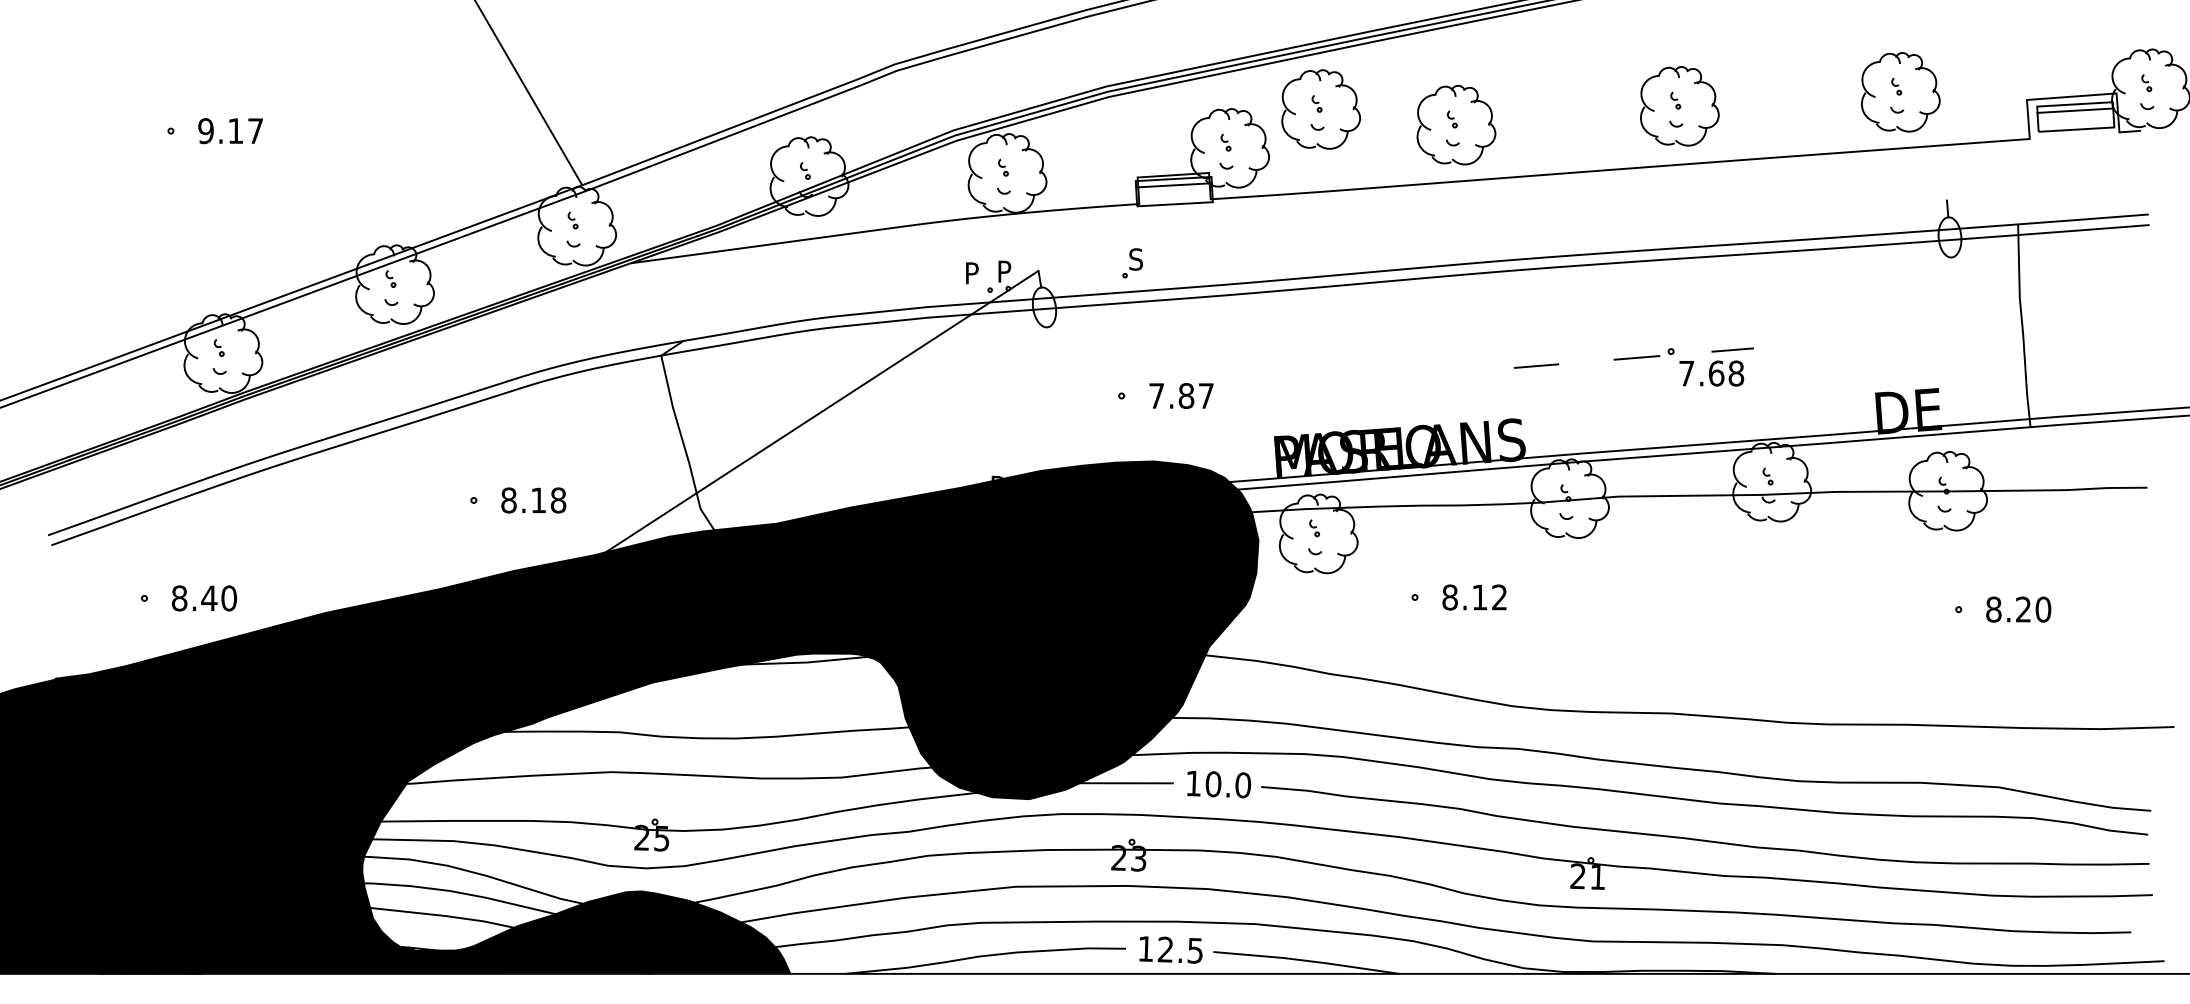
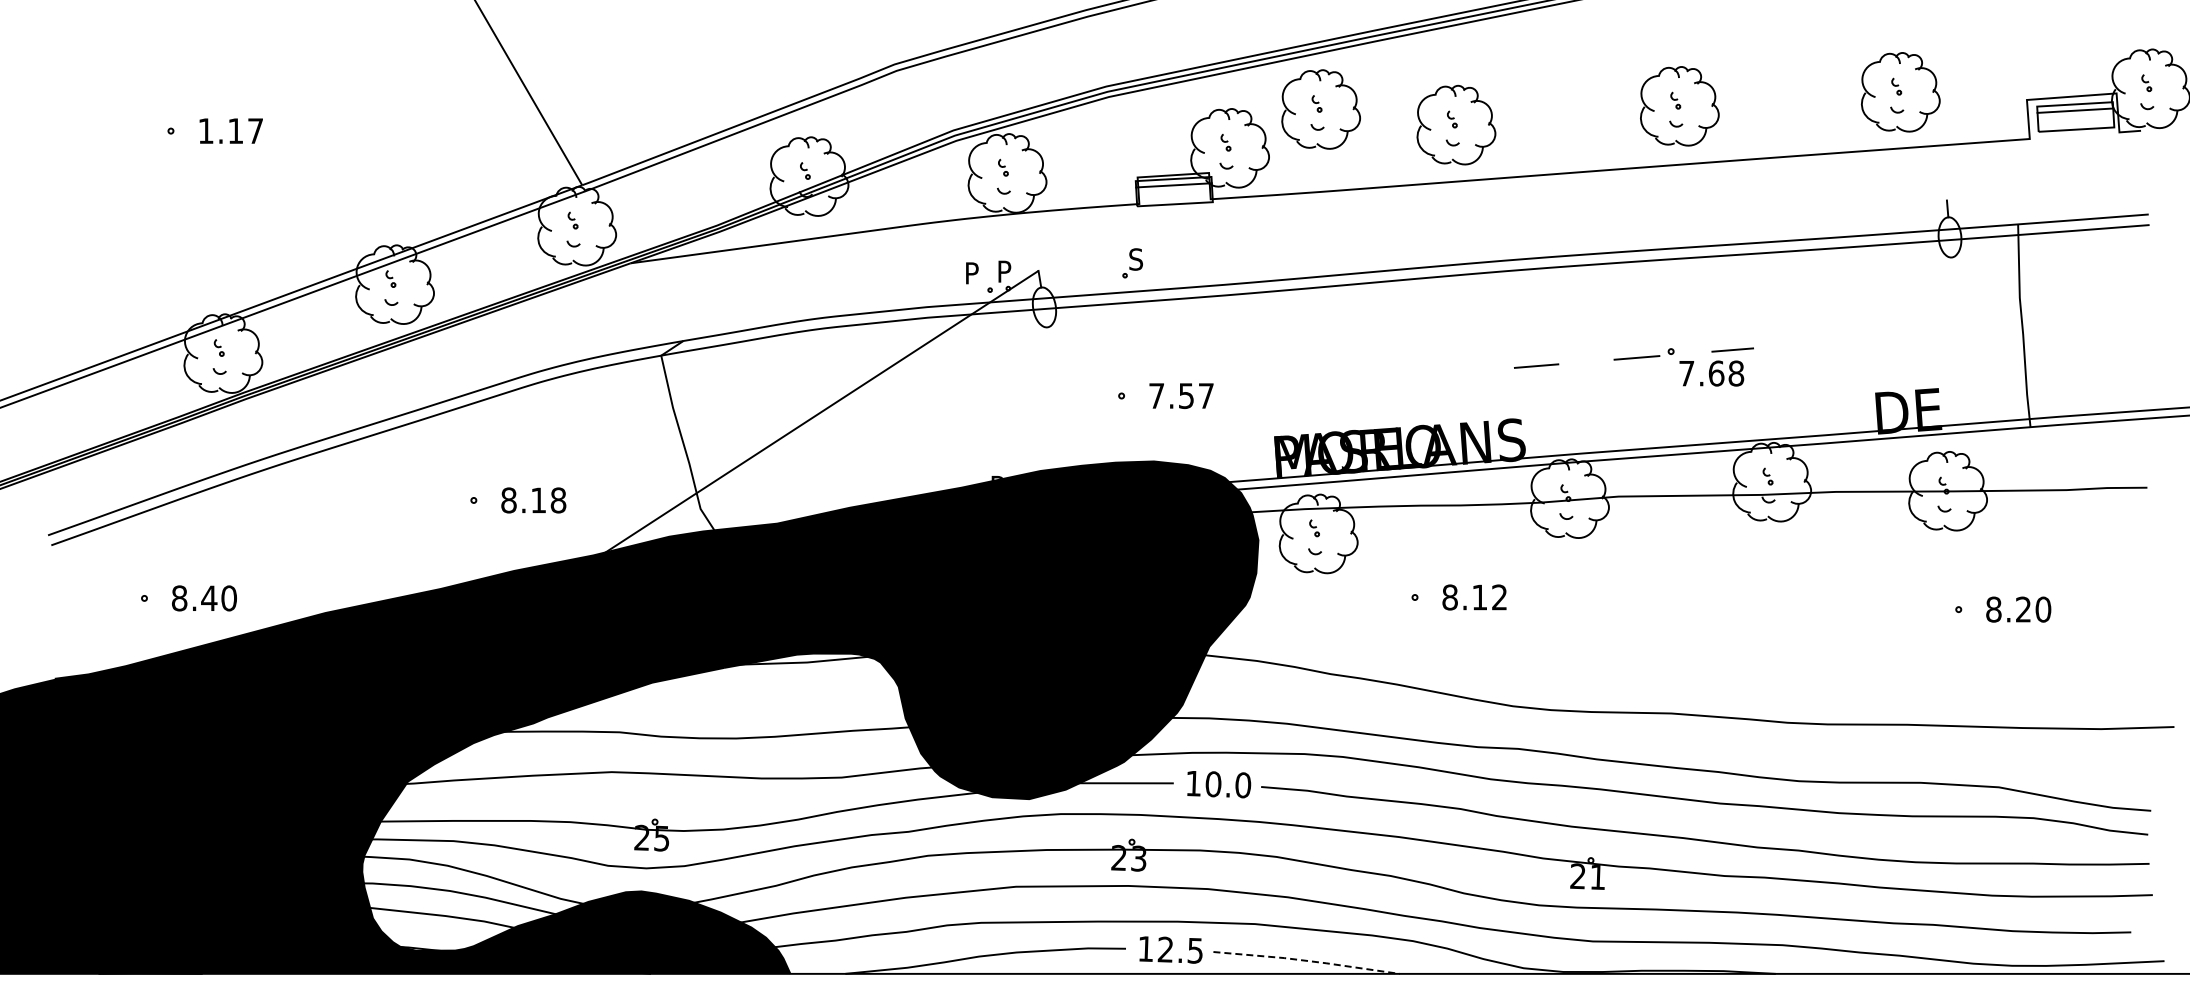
text at (205, 131): 9.17 -> 1.17
text at (1186, 396): 7.87 -> 7.57
line at (1307, 960): solid -> dashed
